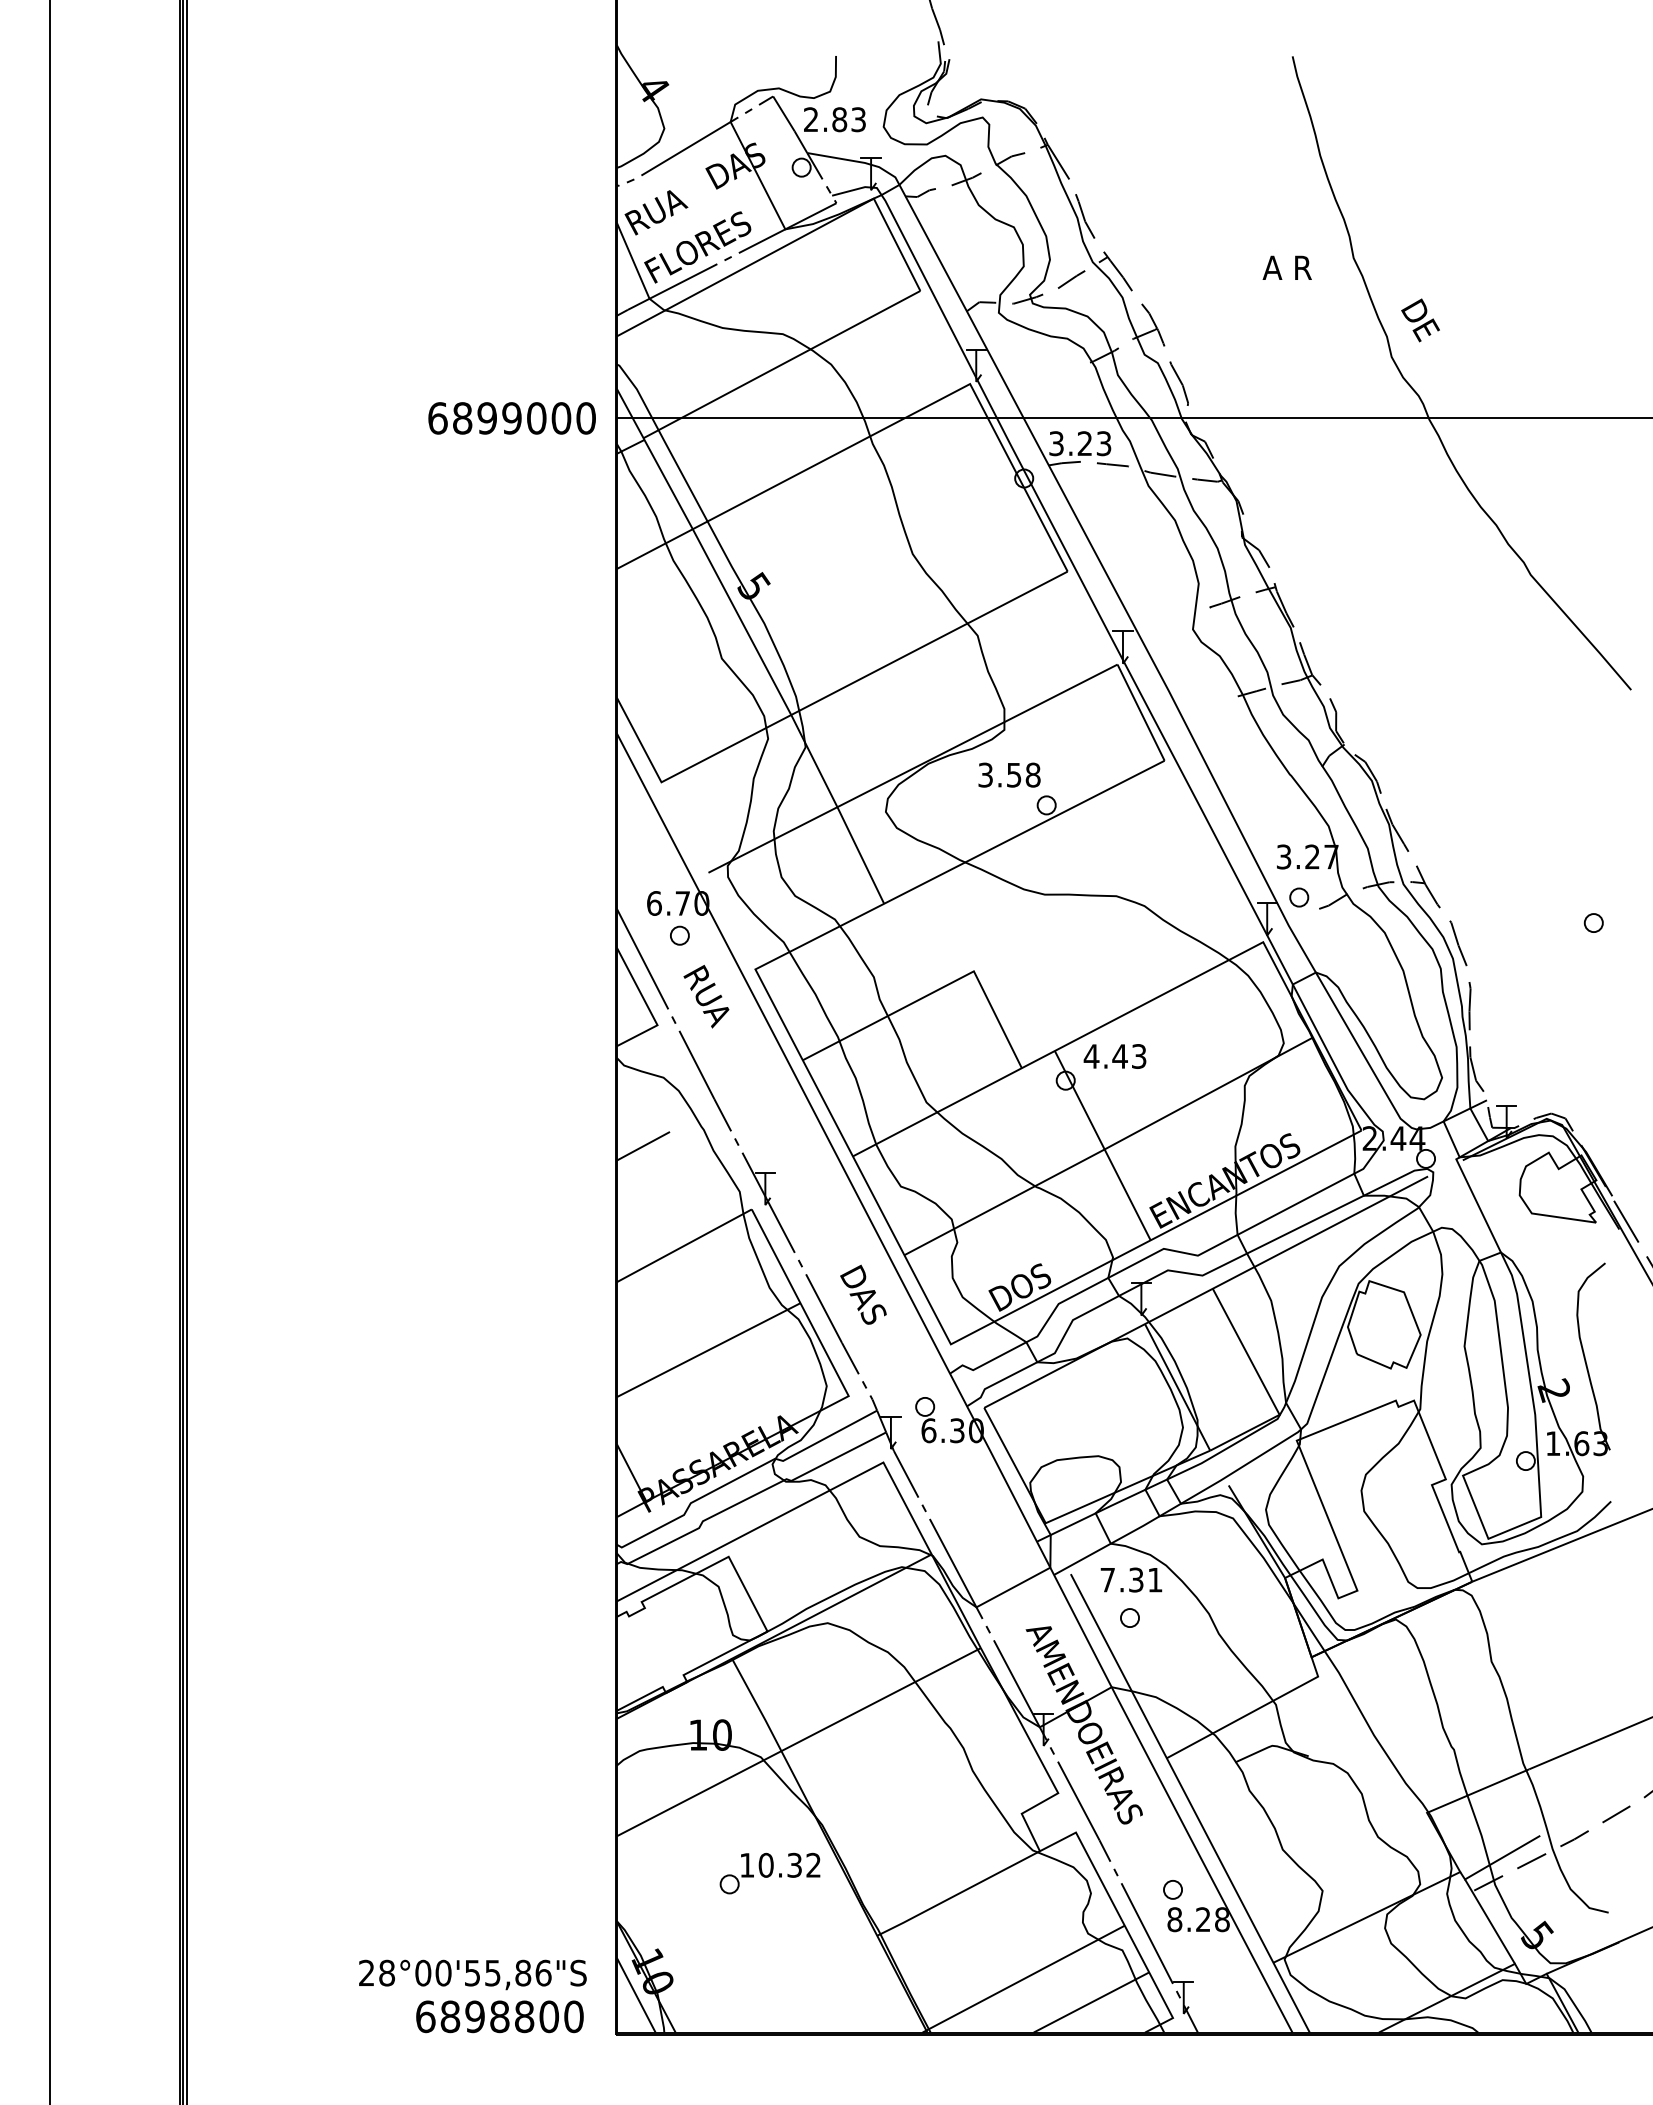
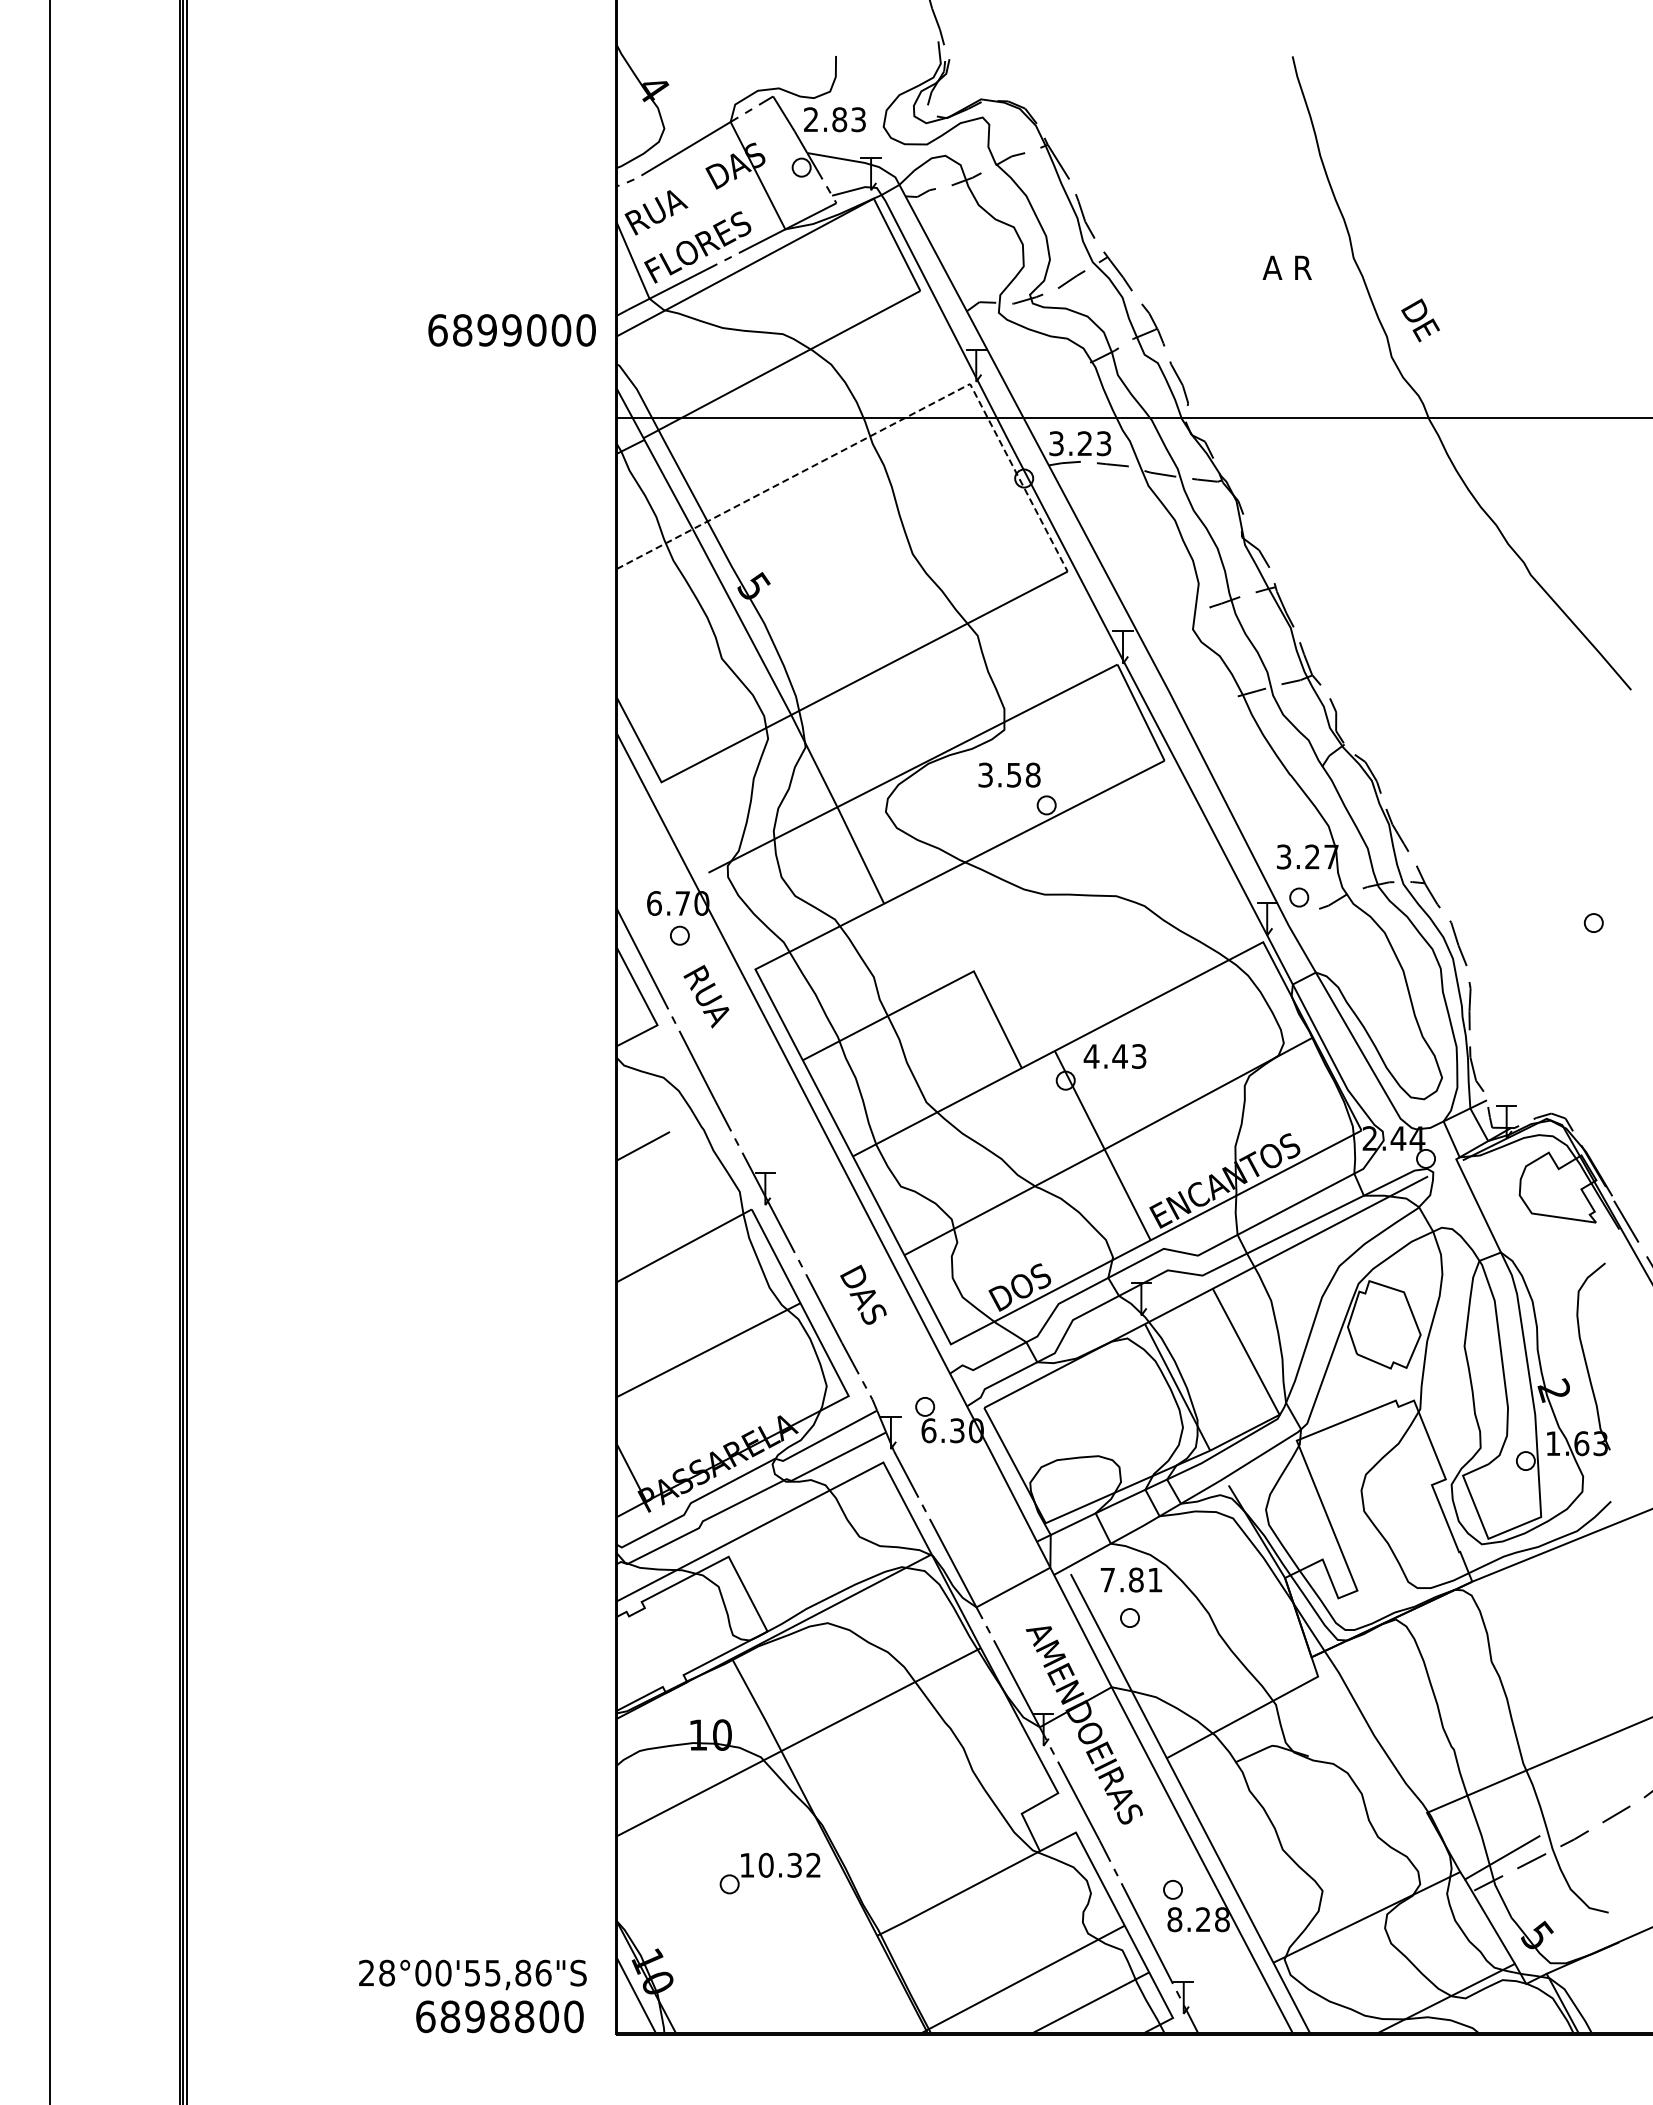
text at (511, 418) position: (511, 418) -> (511, 330)
line at (887, 427): solid -> dashed
text at (1136, 1579): 7.31 -> 7.81
